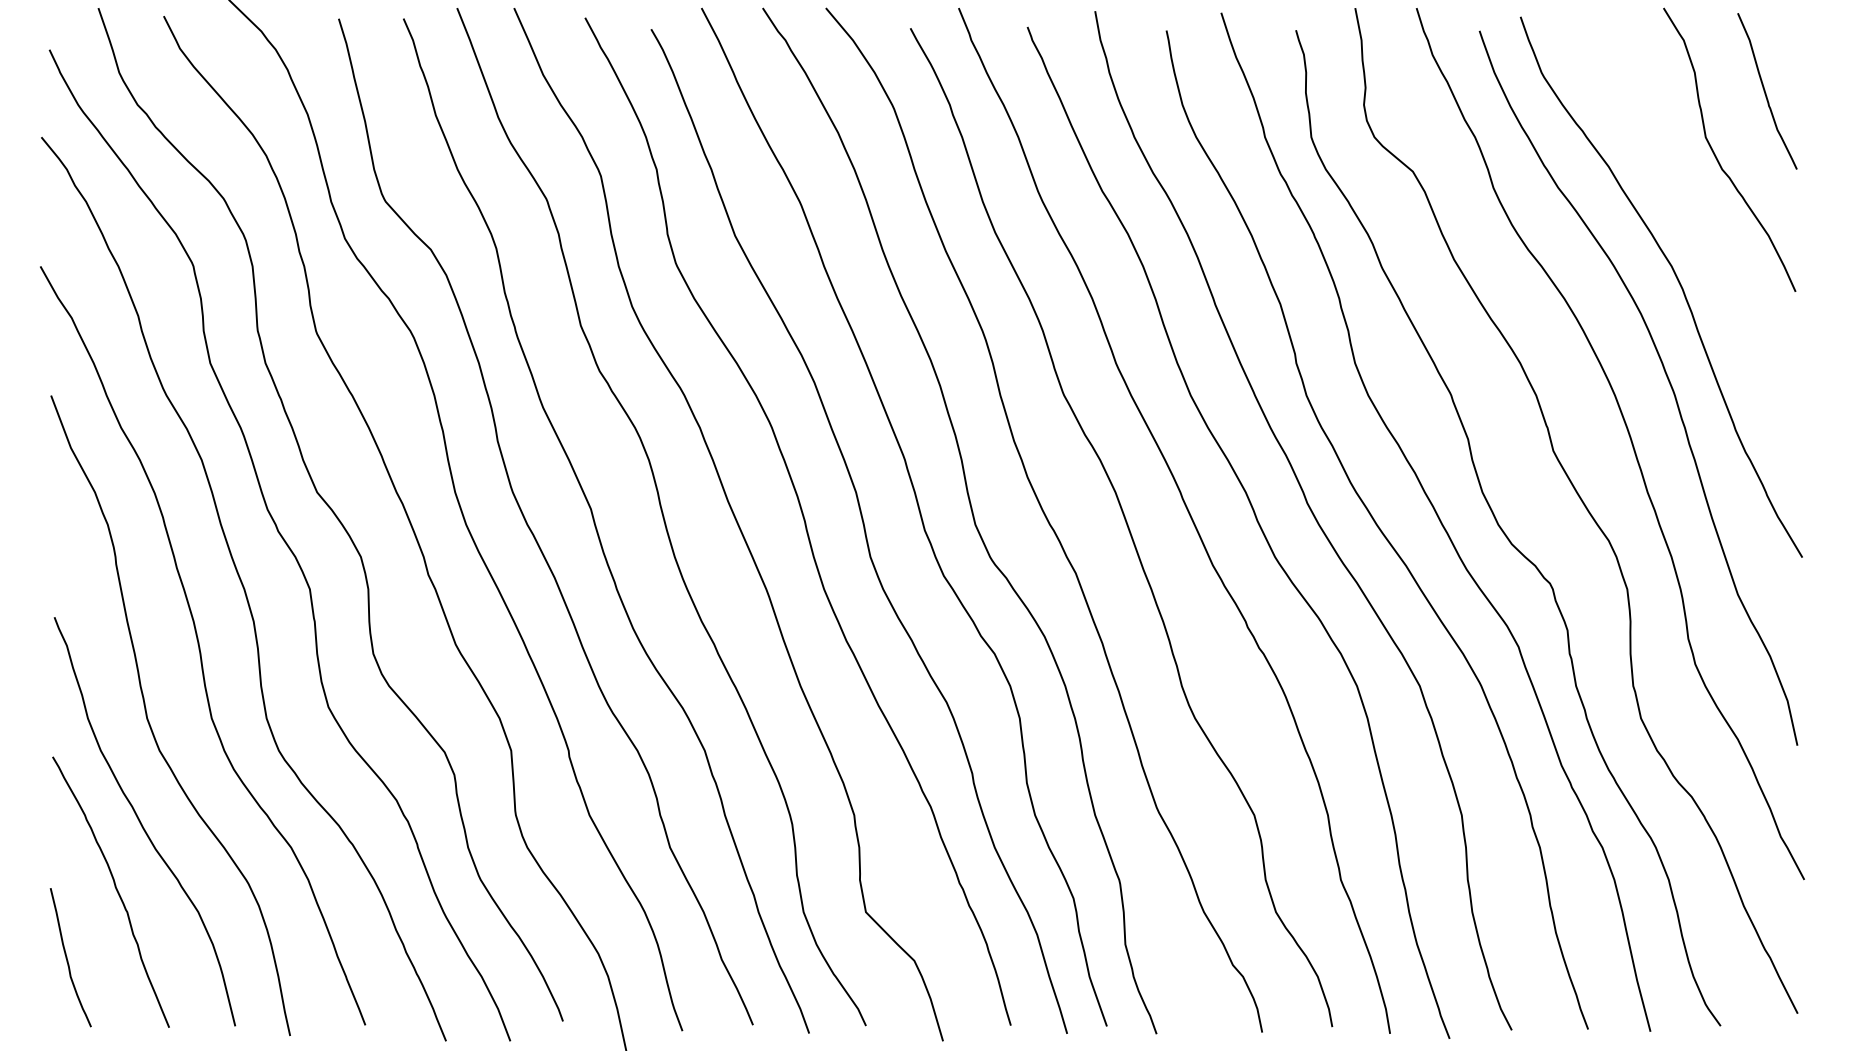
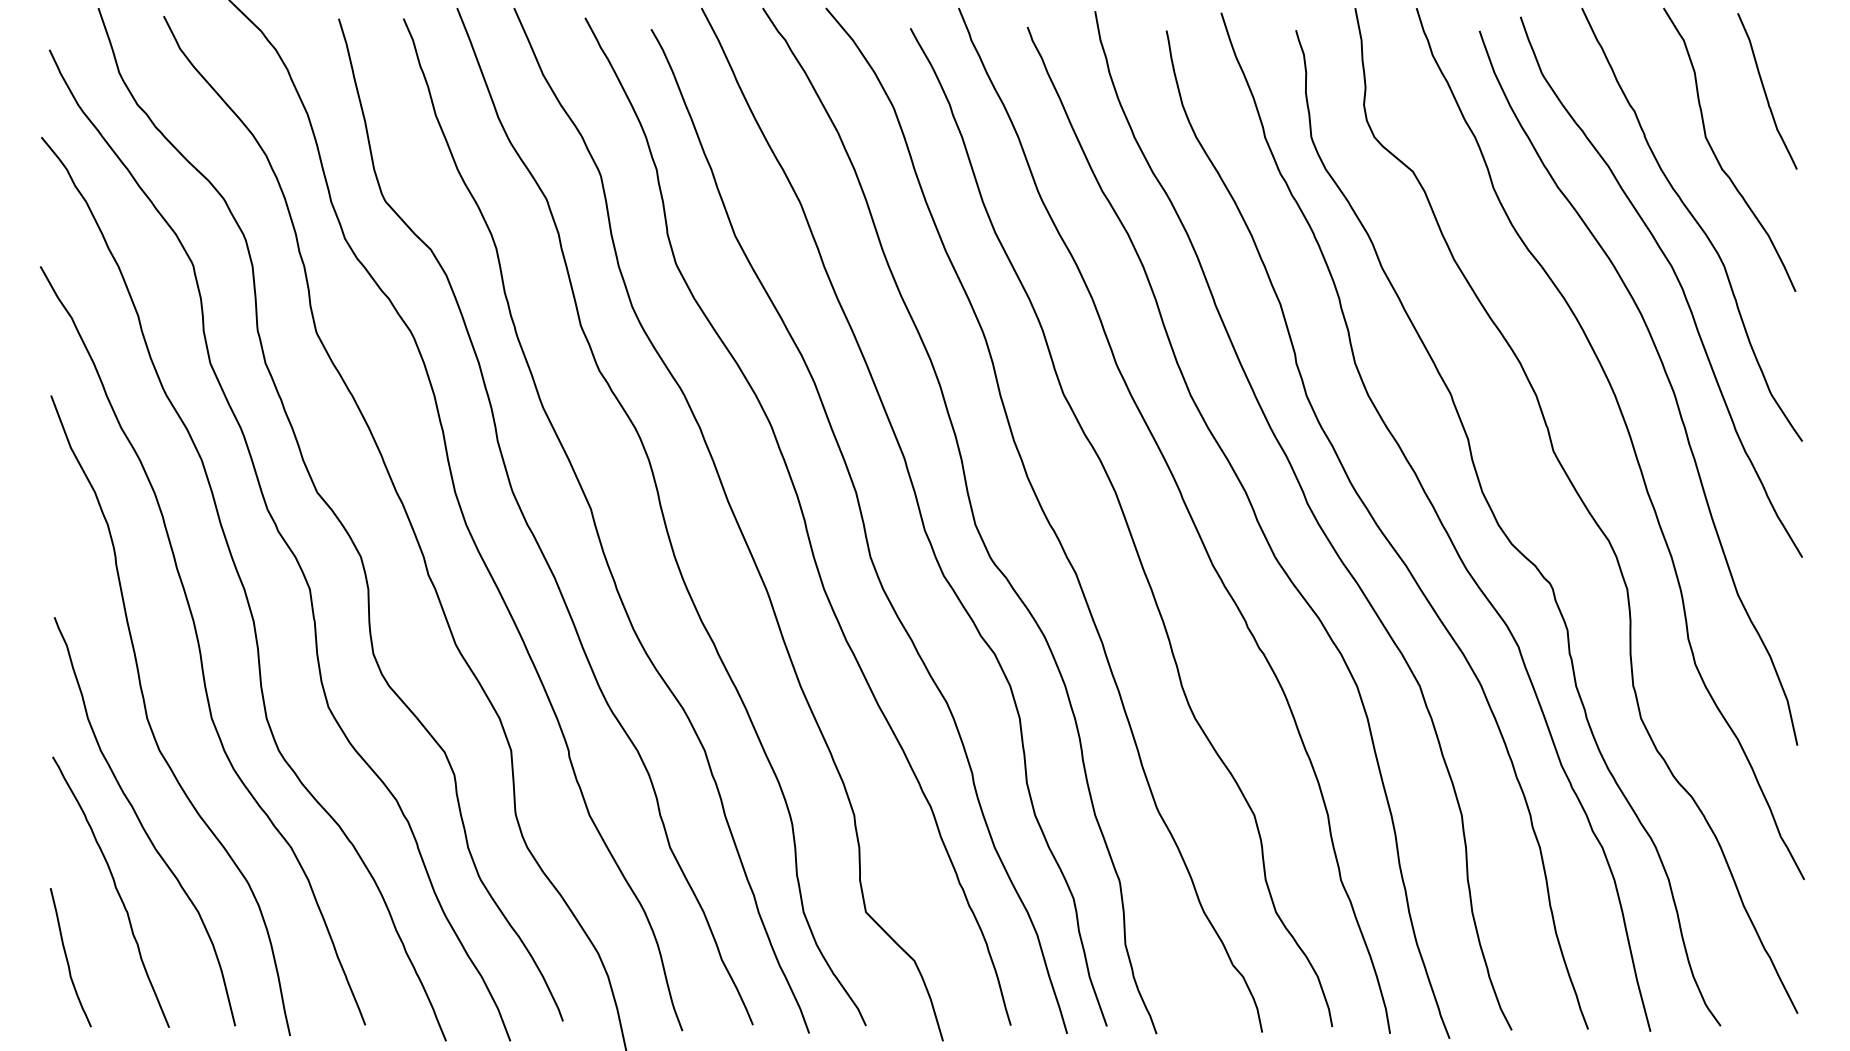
curve at (1694, 220): none -> present
